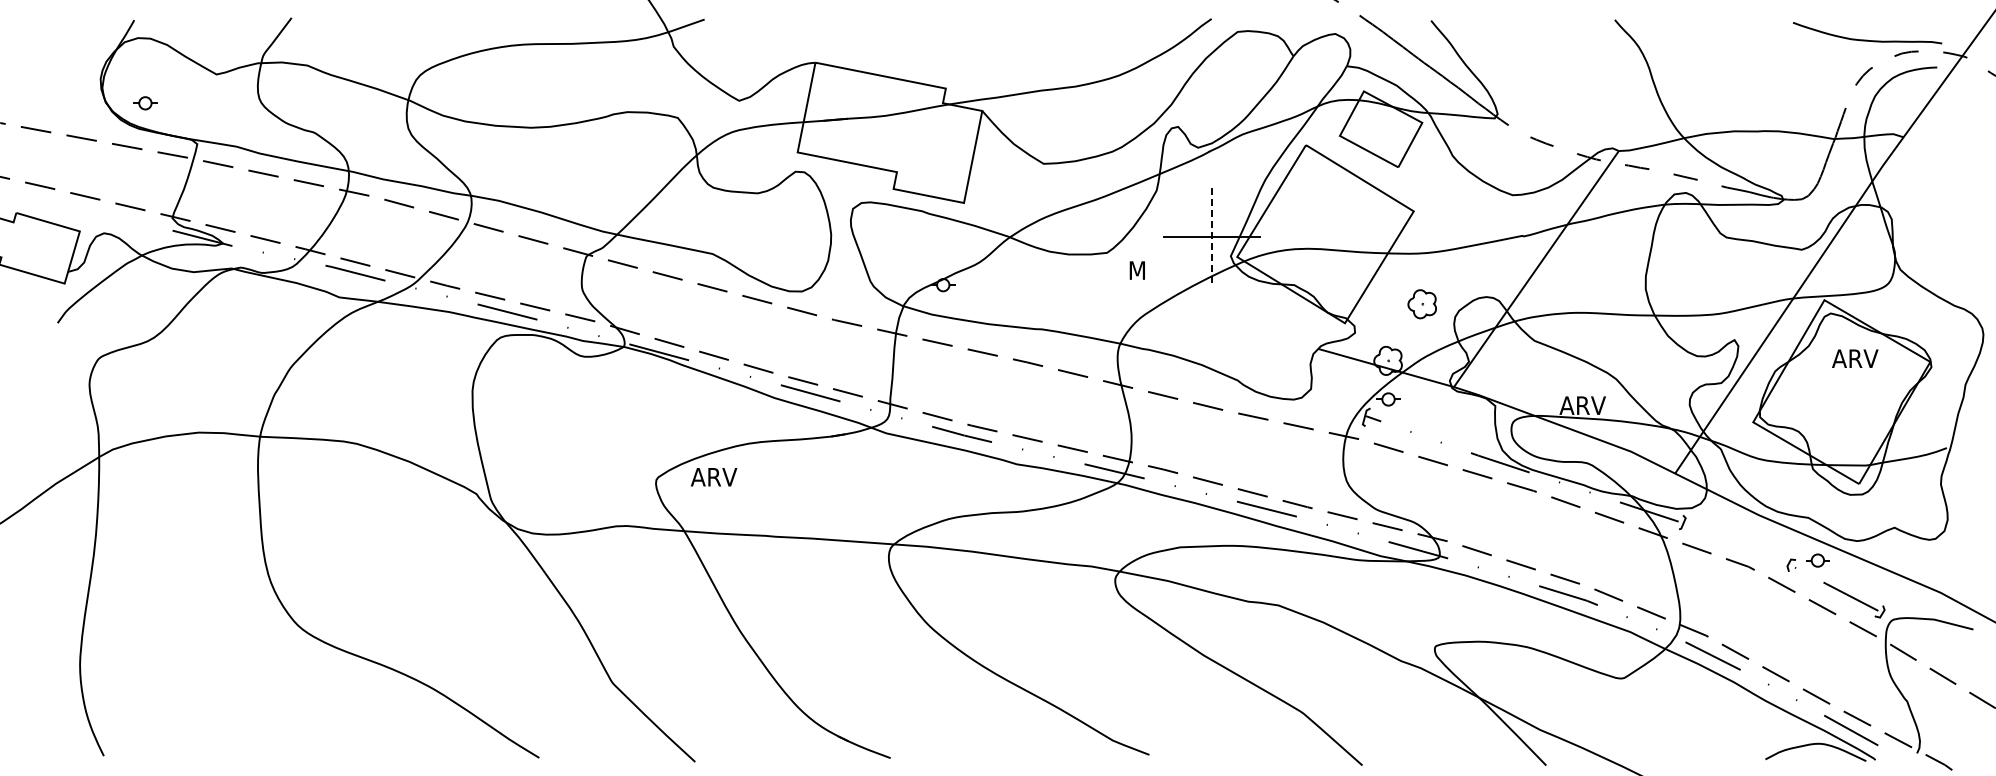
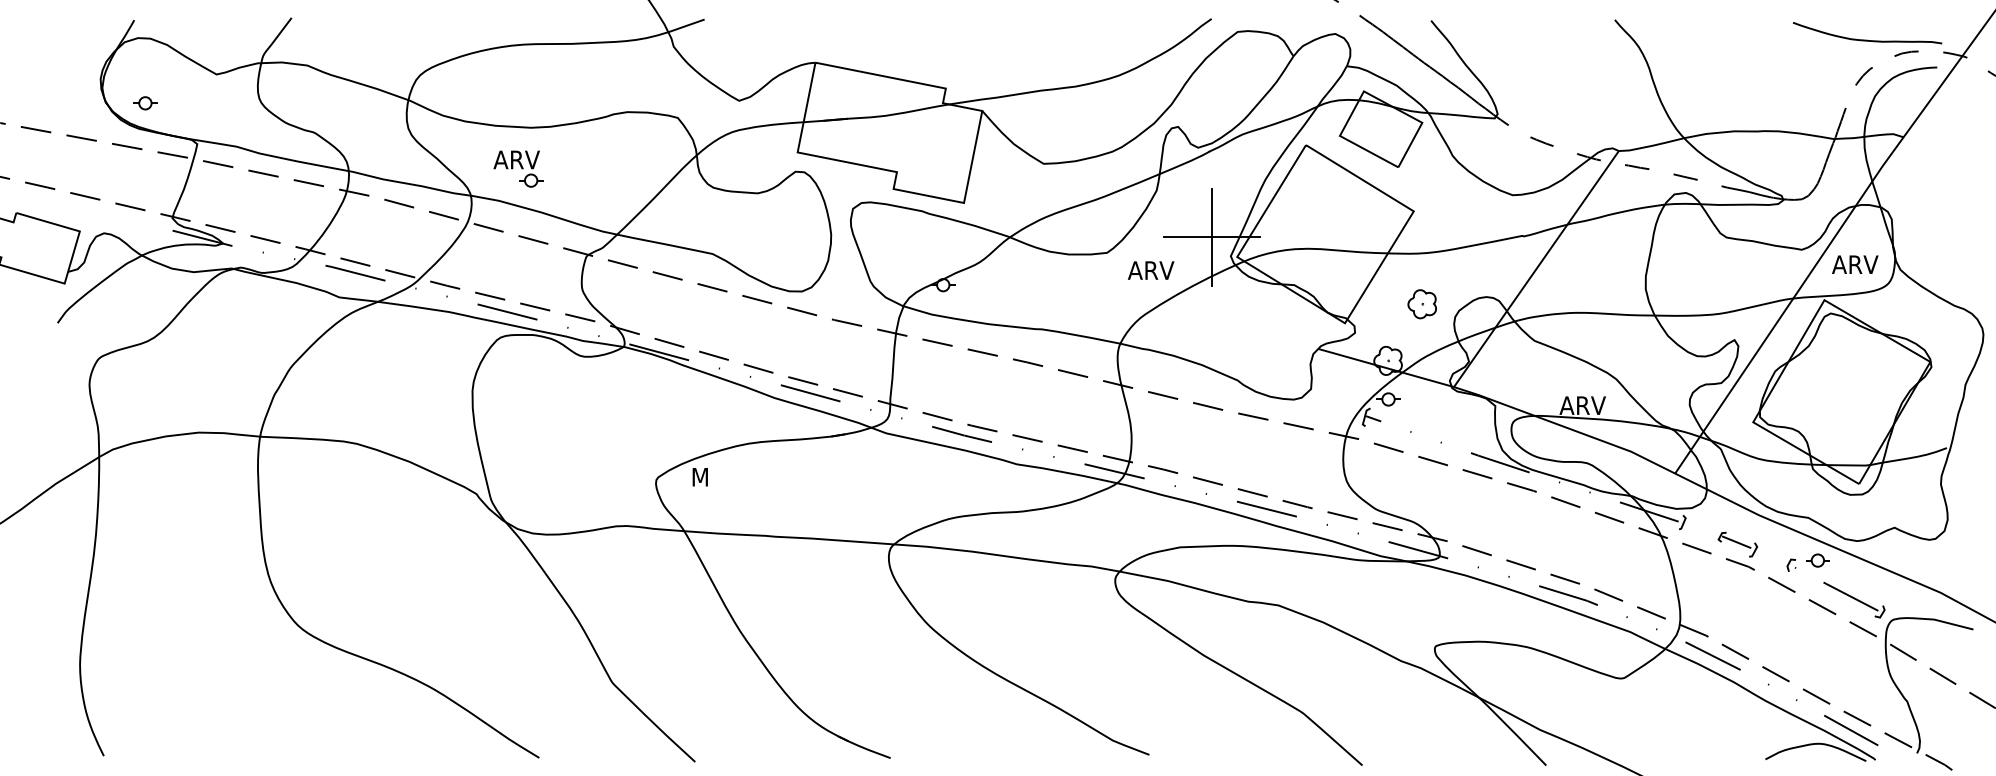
part at (518, 168): none -> present
line at (1211, 237): dashed -> solid
text at (1150, 270): M -> ARV
text at (1855, 358) position: (1855, 358) -> (1855, 264)
text at (713, 477): ARV -> M
part at (1737, 544): none -> present
